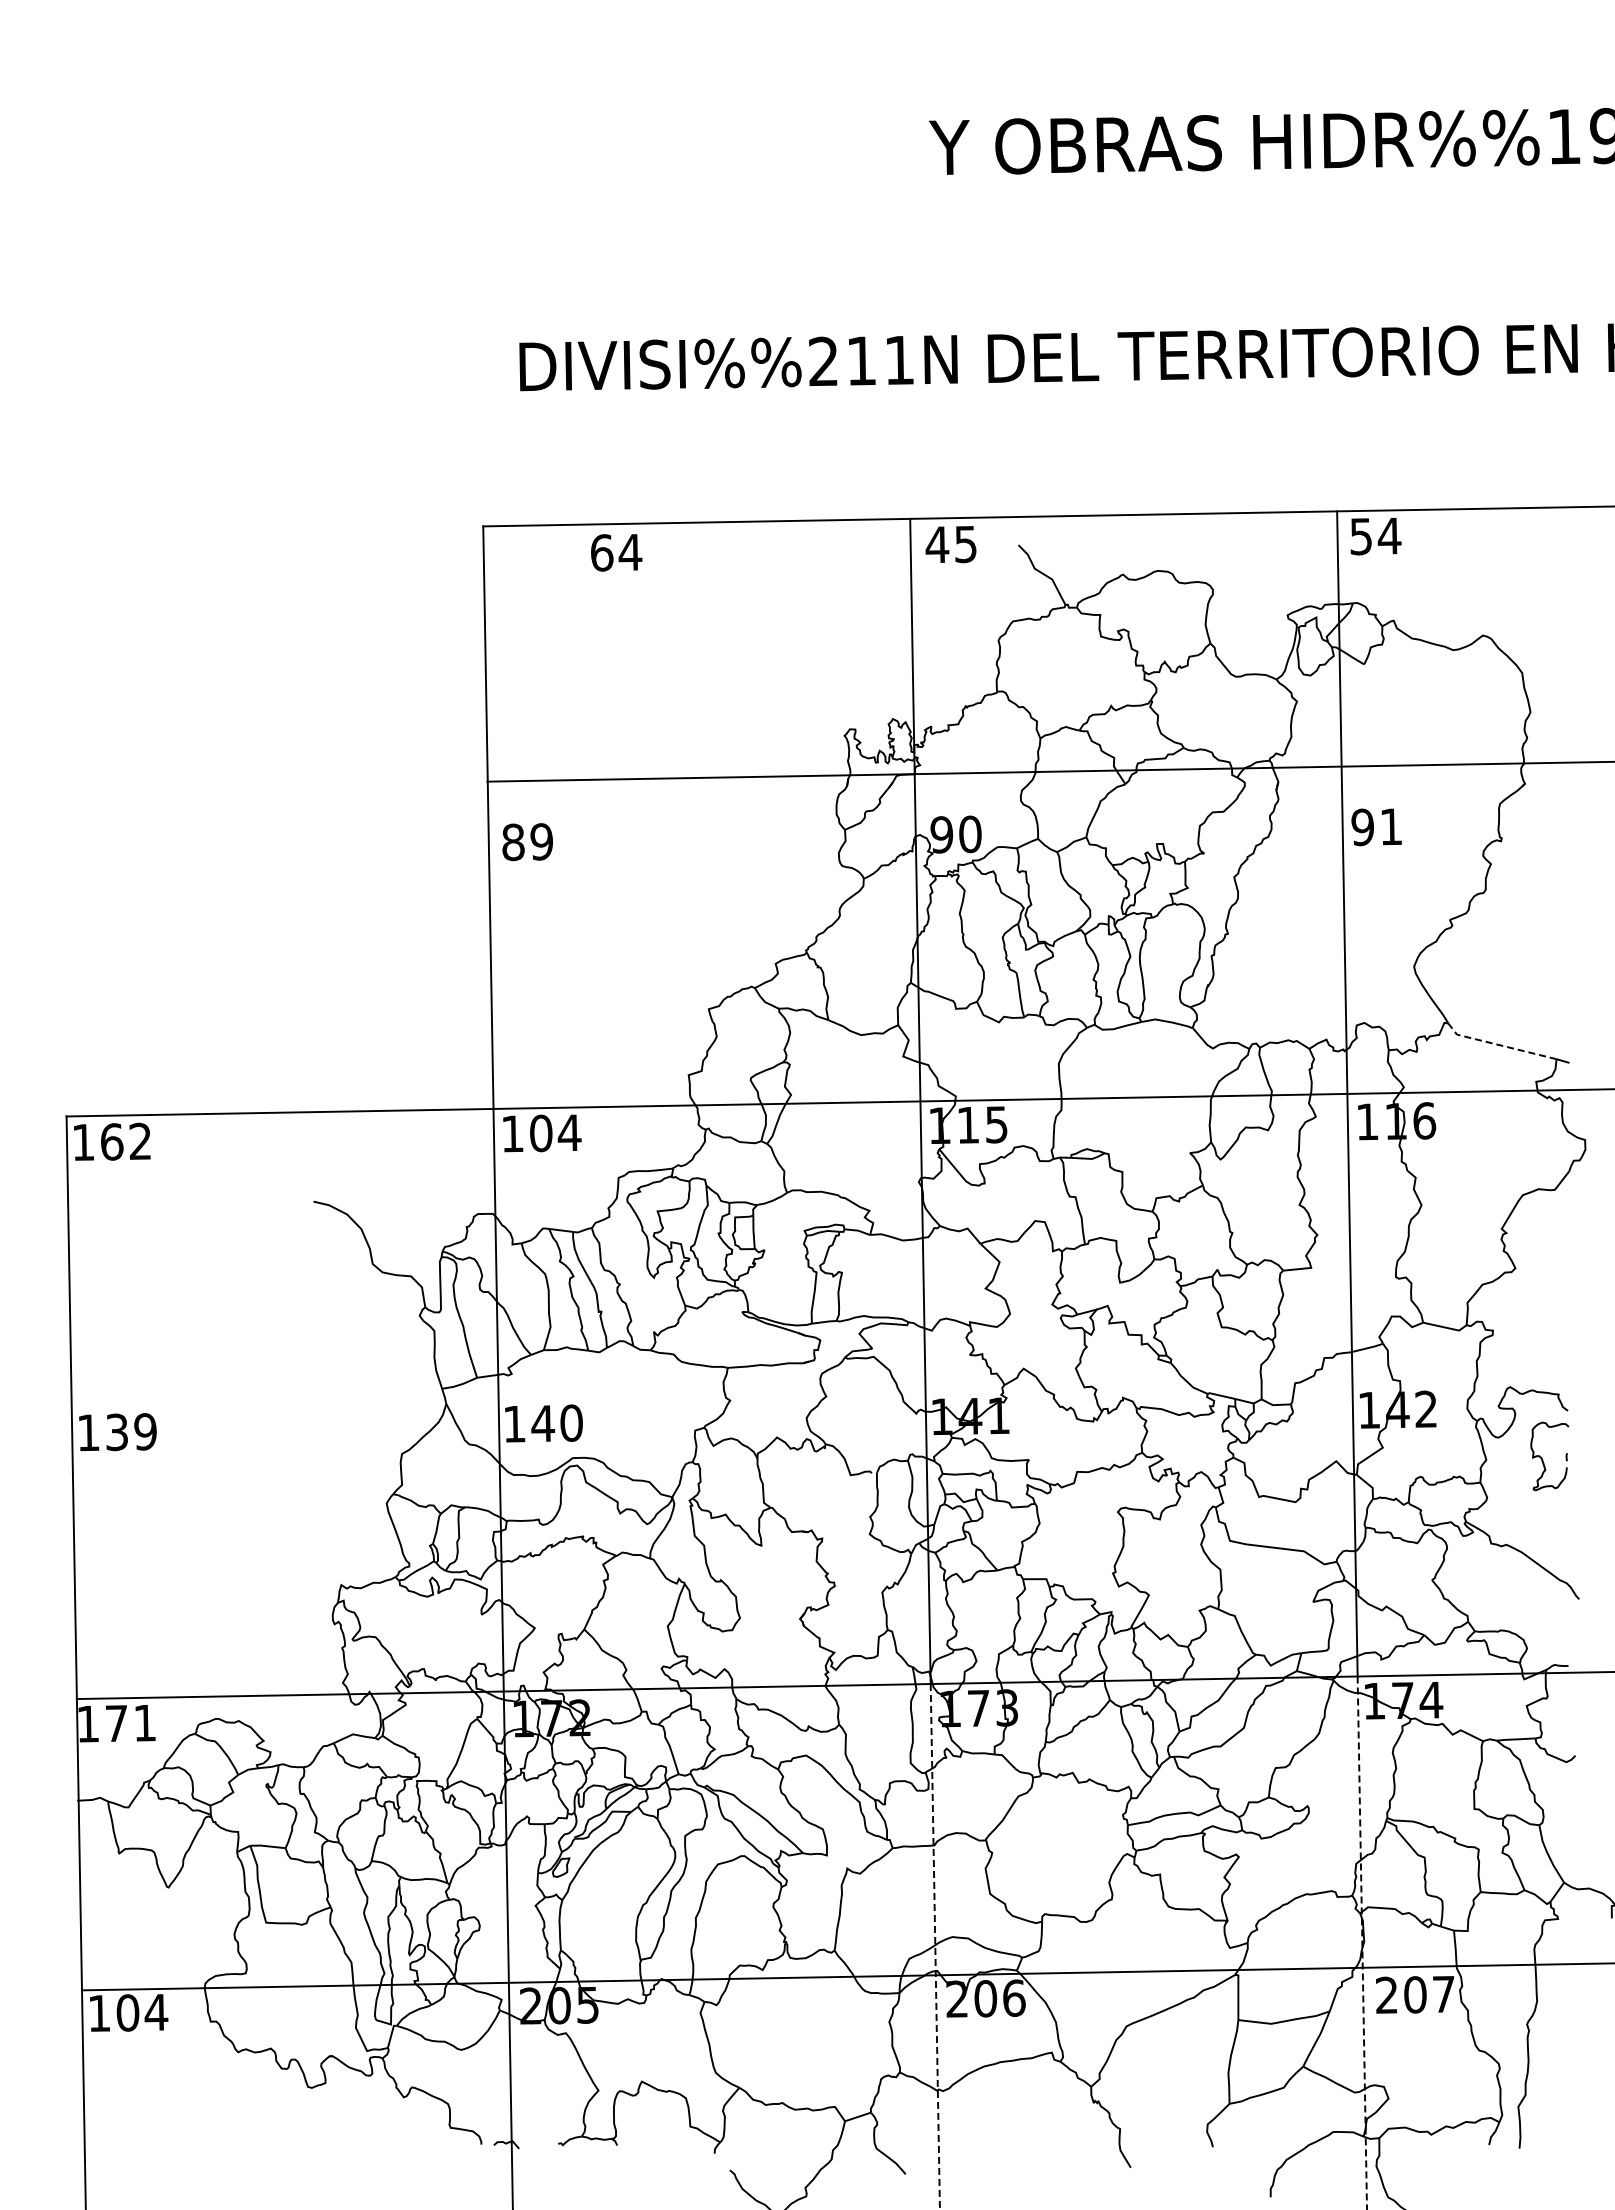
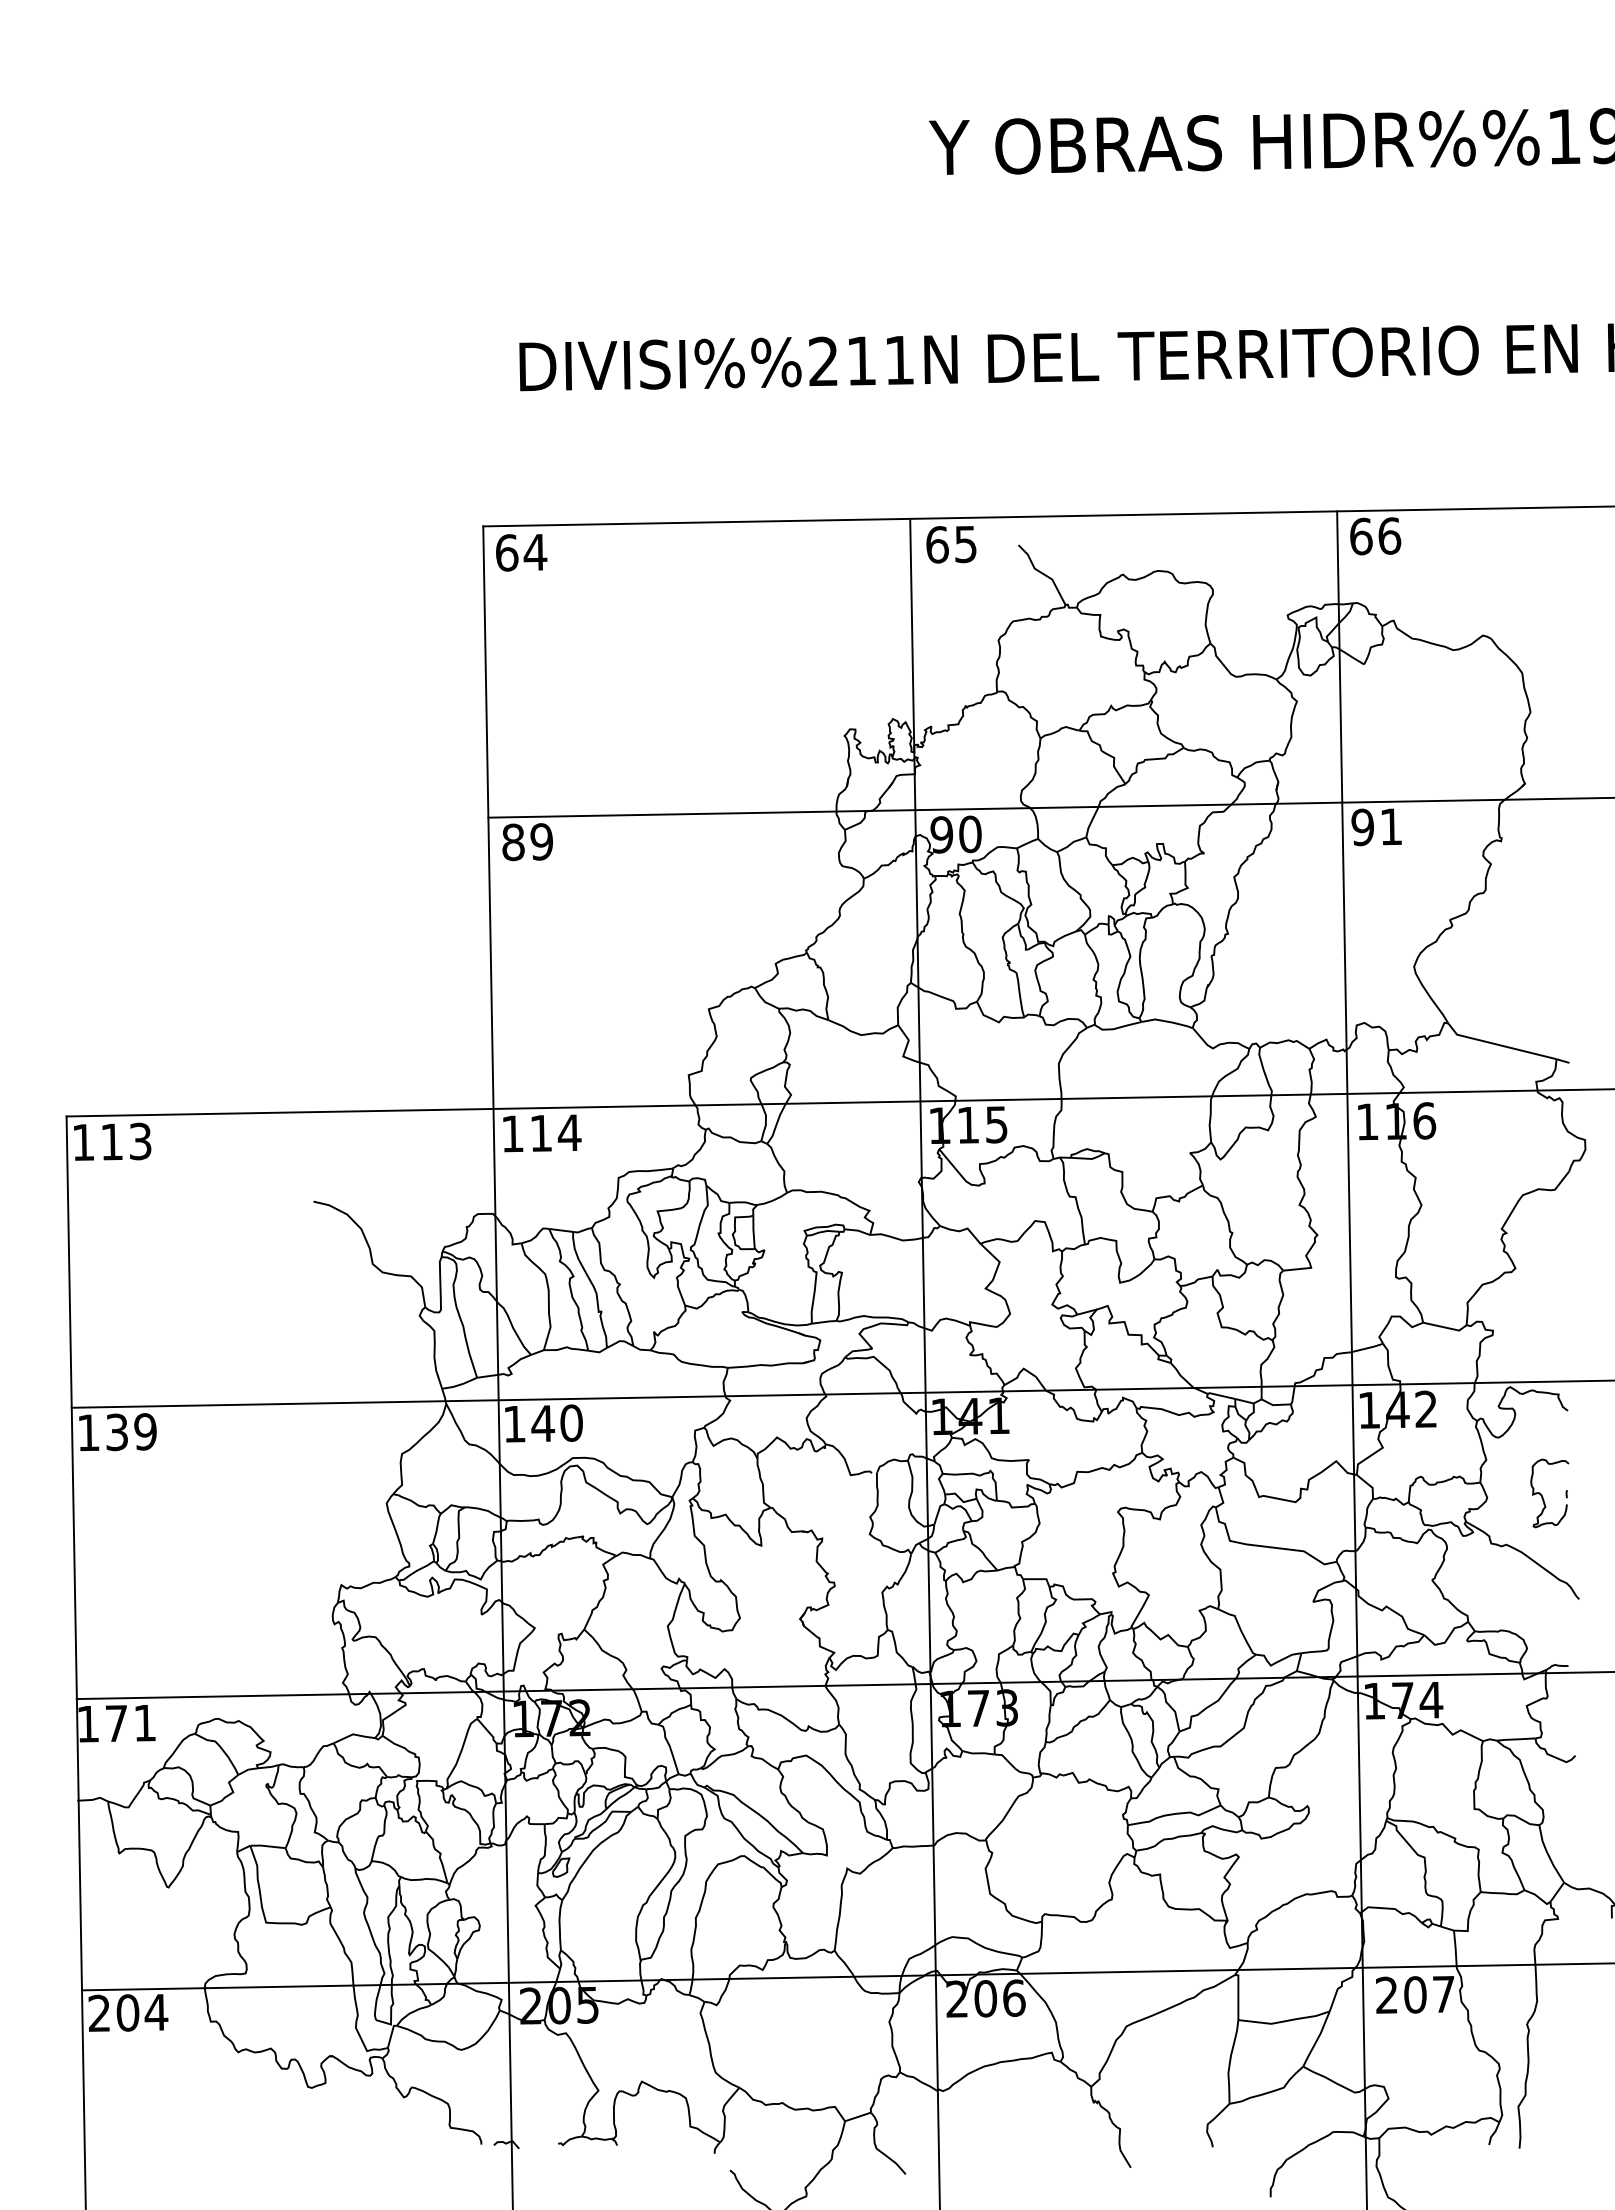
text at (1375, 536): 54 -> 66
text at (937, 544): 45 -> 65
text at (616, 552) position: (616, 552) -> (521, 552)
line at (1049, 771) position: (1049, 771) -> (1049, 807)
line at (1498, 1044): dashed -> solid
text at (541, 1133): 104 -> 114
text at (126, 1141): 162 -> 113
line at (841, 1393): none -> present
part at (1542, 1457) position: (1542, 1457) -> (1542, 1494)
line at (1362, 1943): dashed -> solid
line at (935, 1946): dashed -> solid
text at (98, 2012): 104 -> 204
